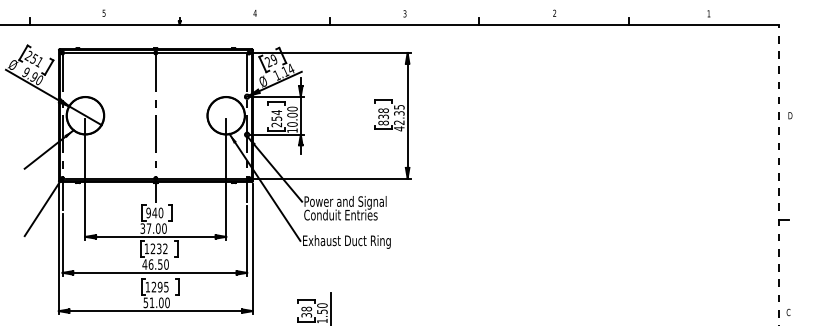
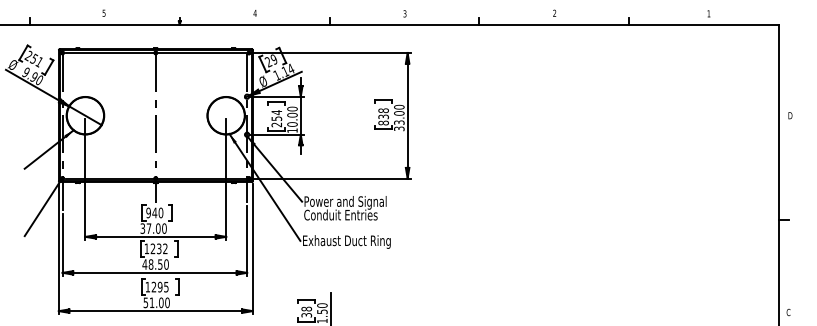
text at (399, 117): 42.35 -> 33.00
line at (779, 174): dashed -> solid
text at (150, 264): 46.50 -> 48.50
